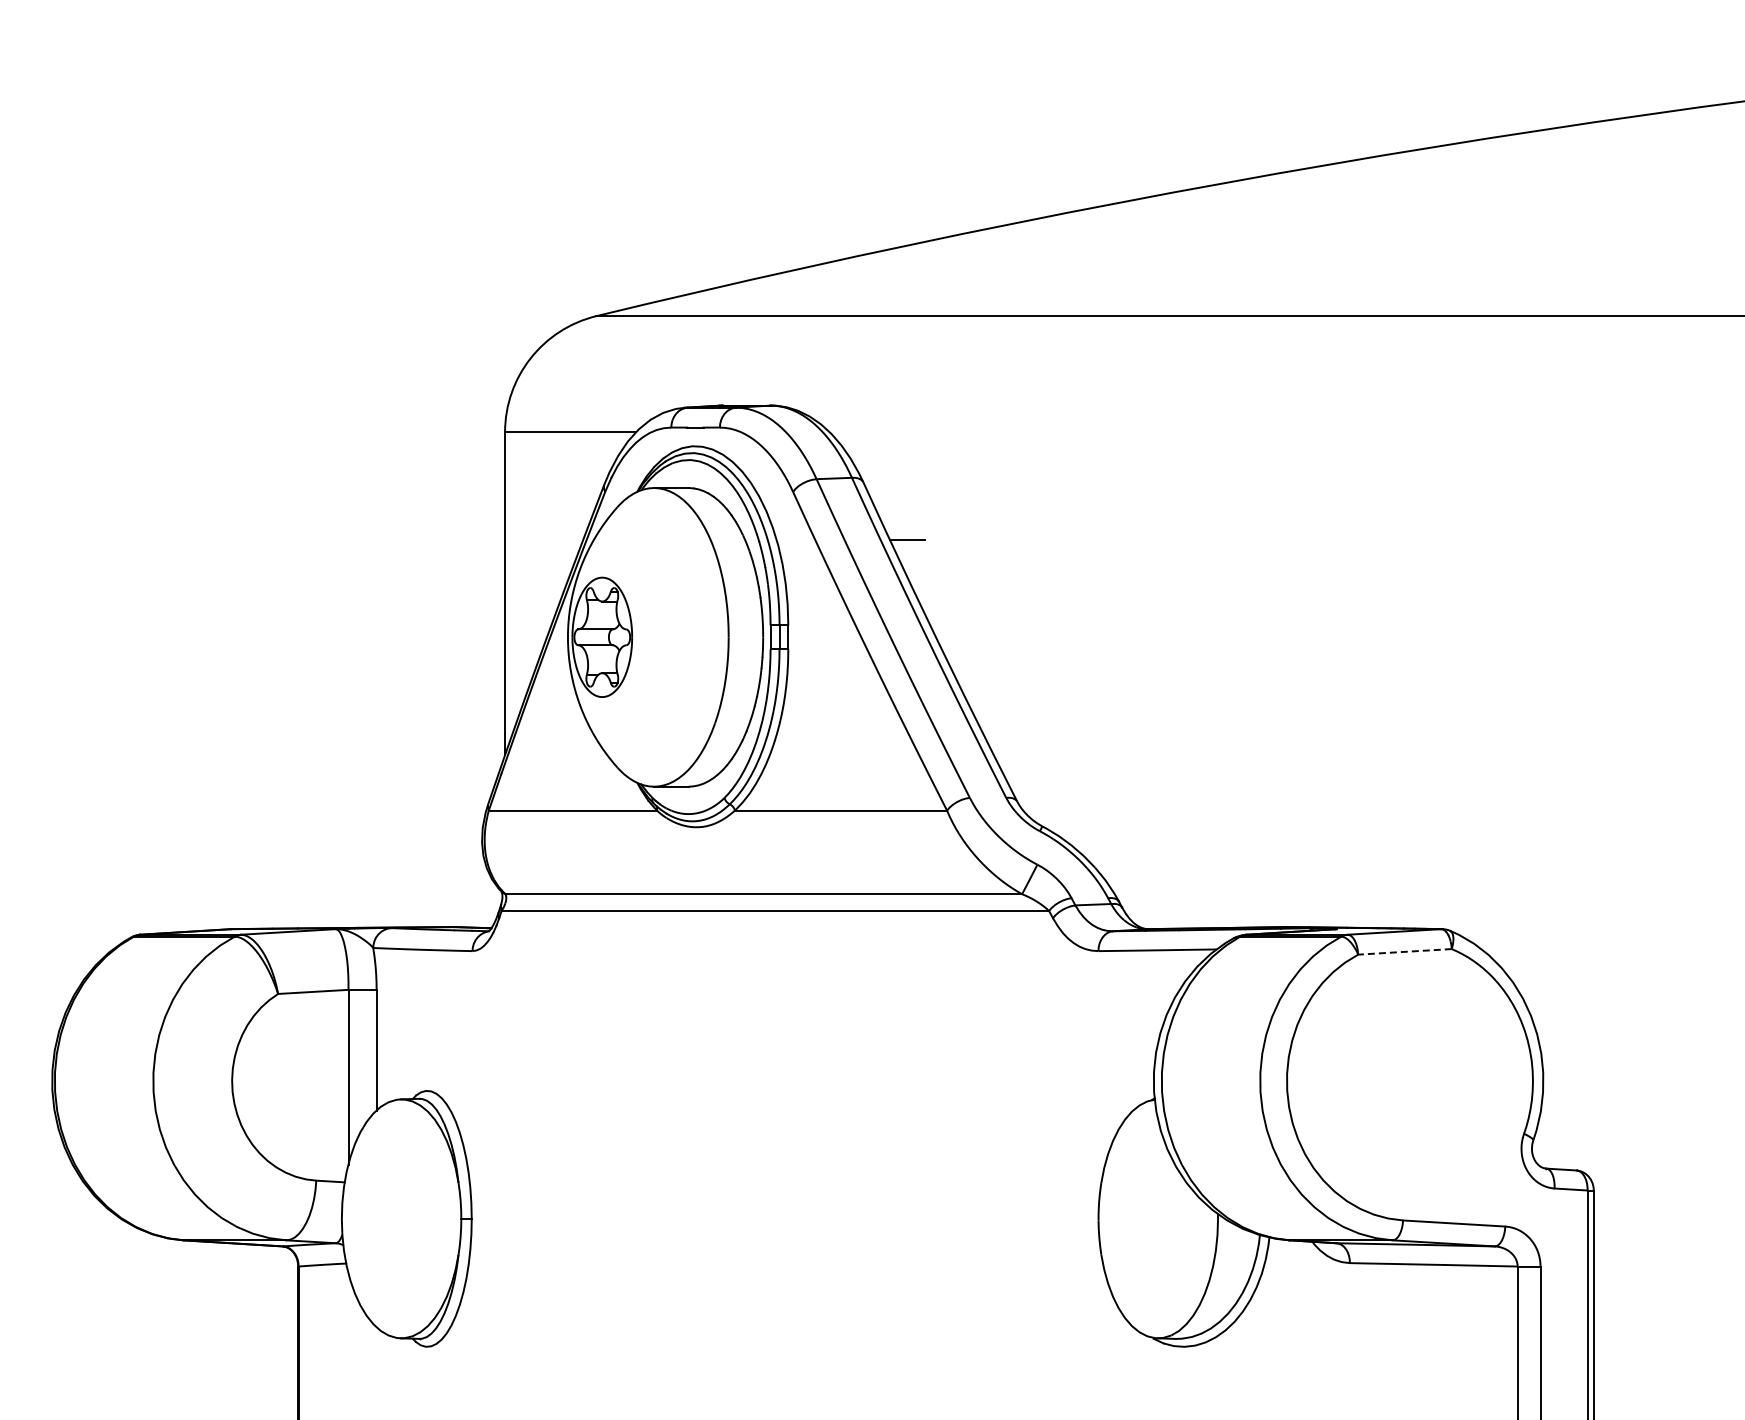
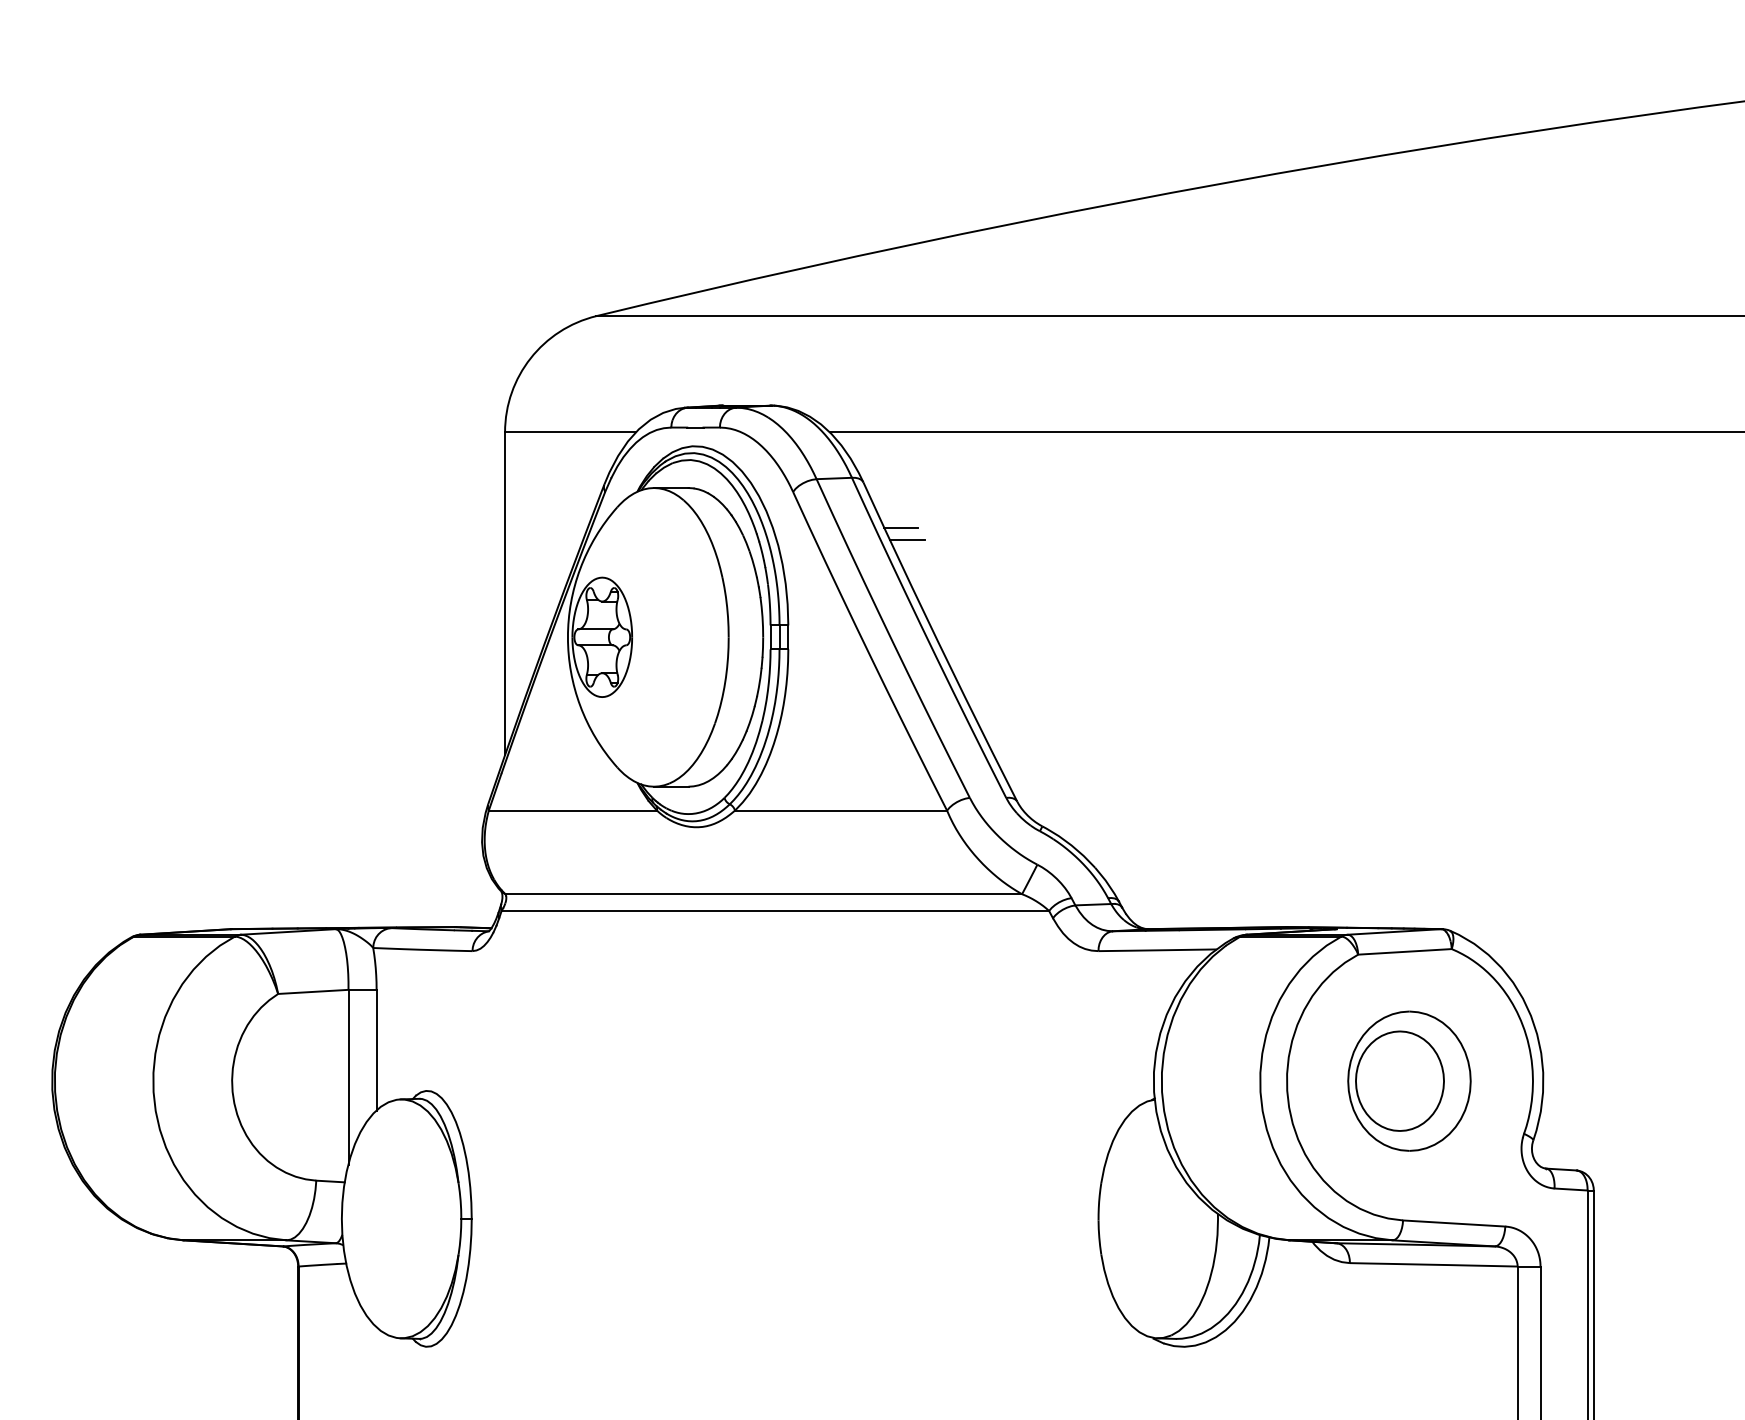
line at (1285, 432): none -> present
line at (901, 527): none -> present
line at (1404, 951): dashed -> solid
part at (1409, 1080): none -> present
